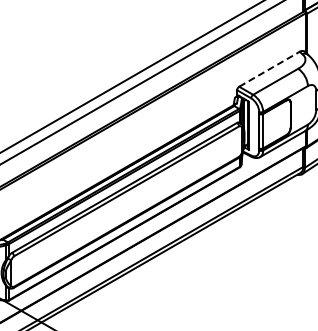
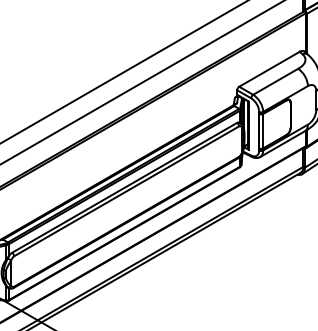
line at (269, 69): dashed -> solid
line at (131, 76) position: (131, 76) -> (123, 72)
